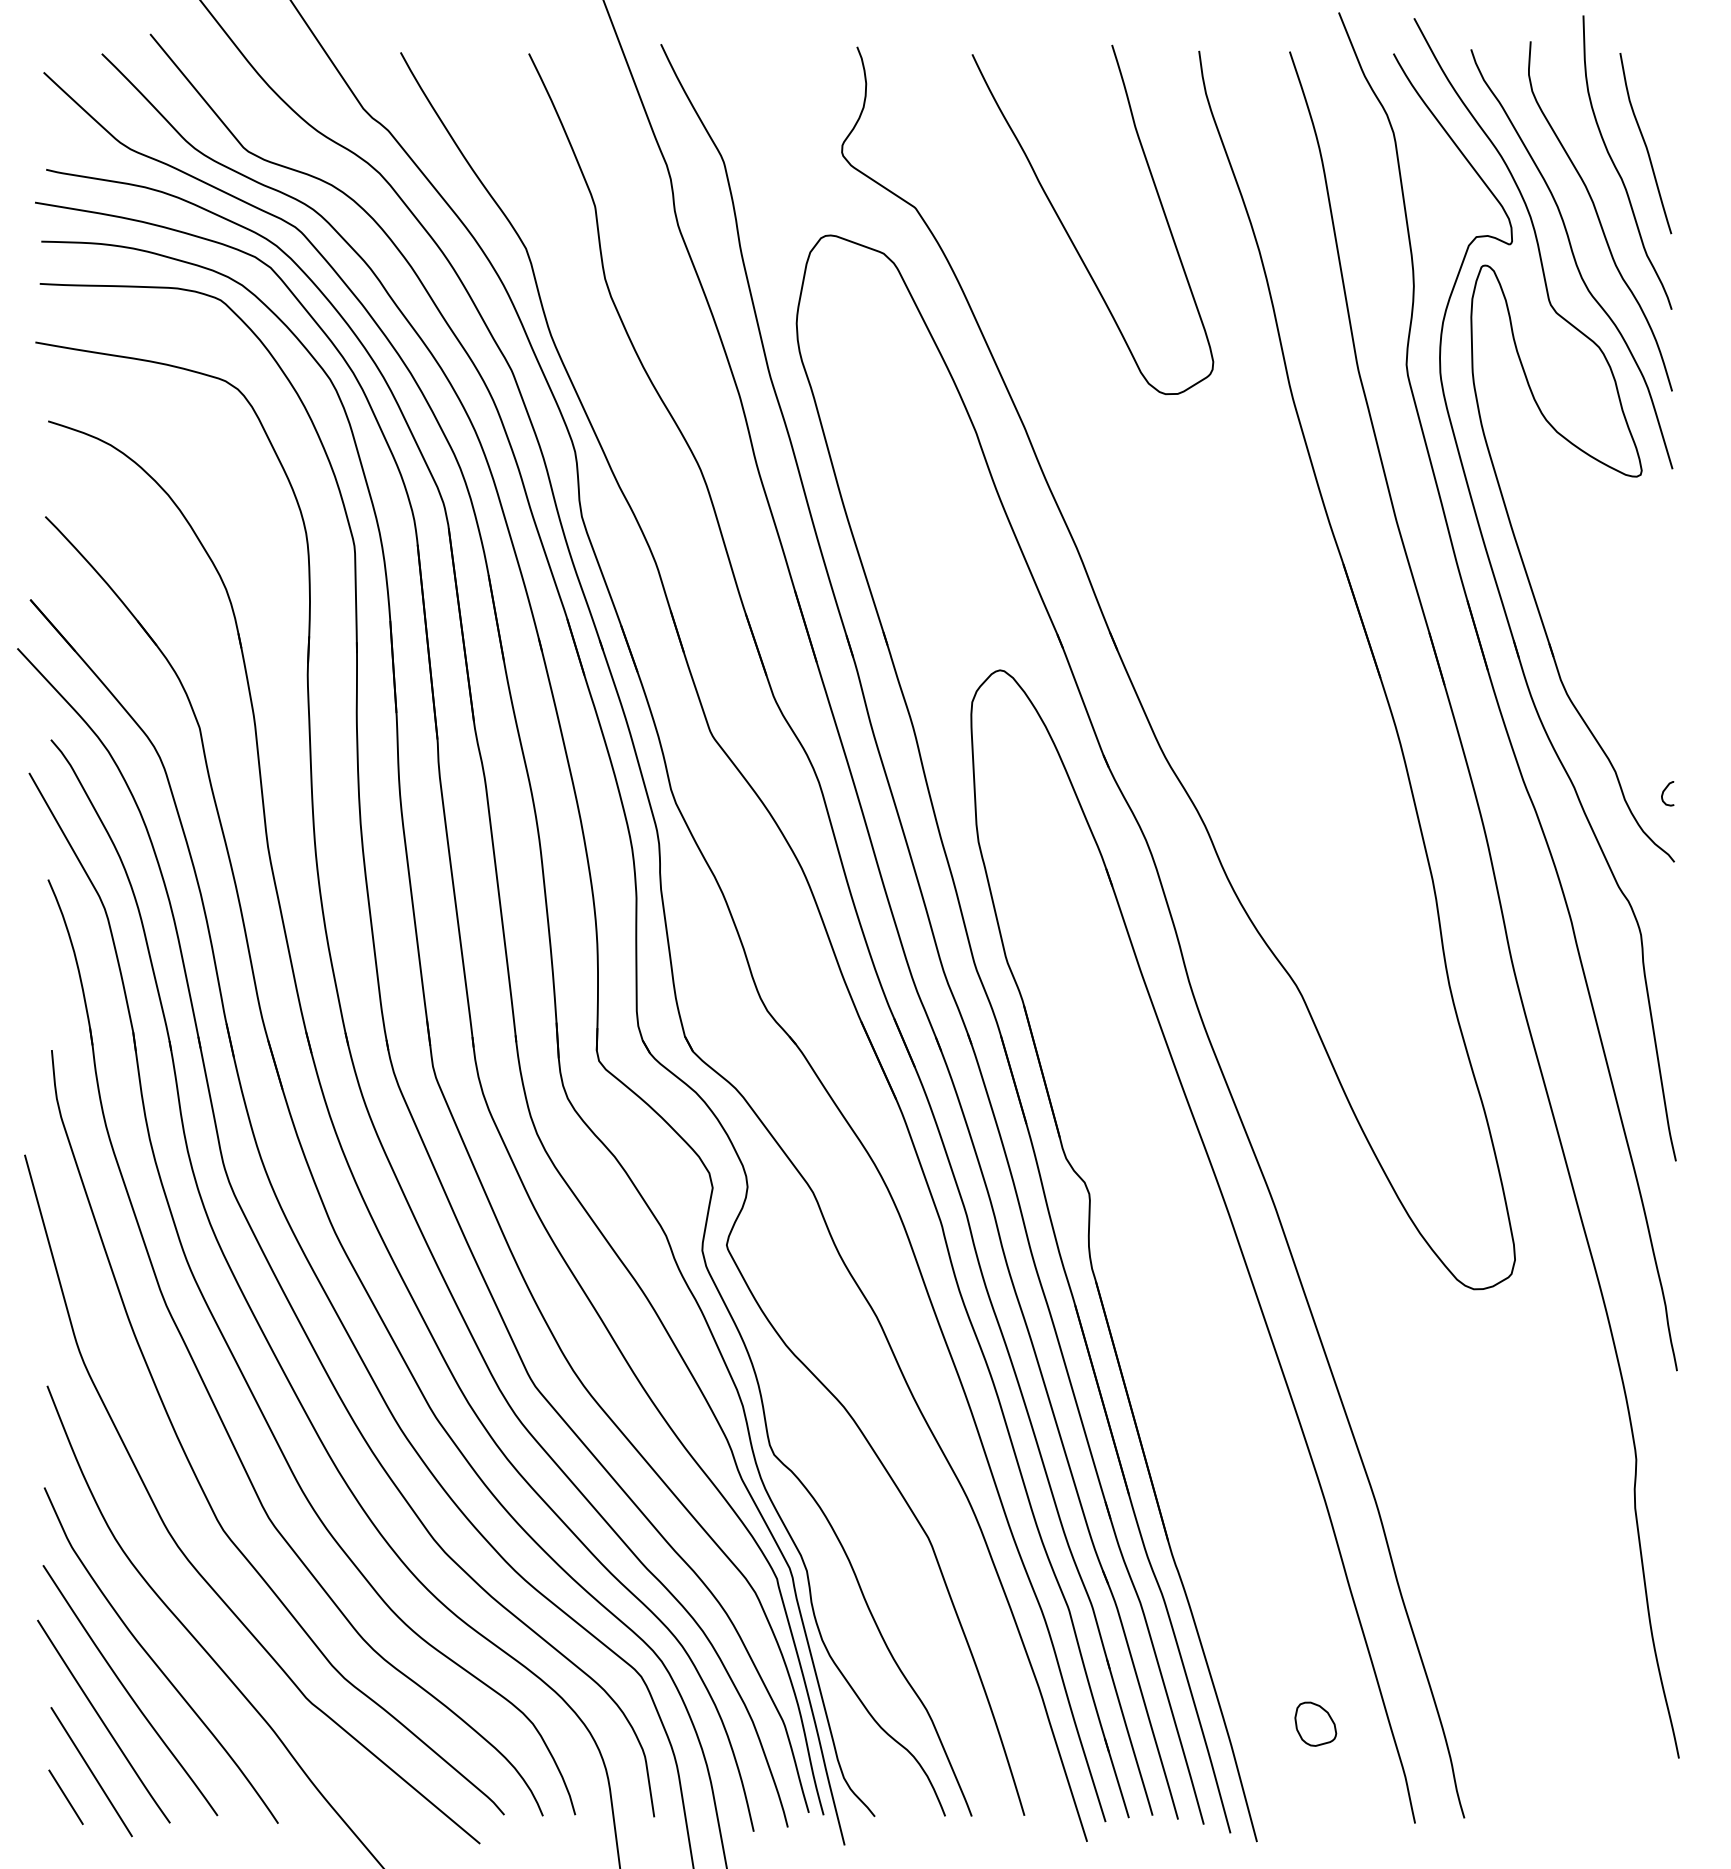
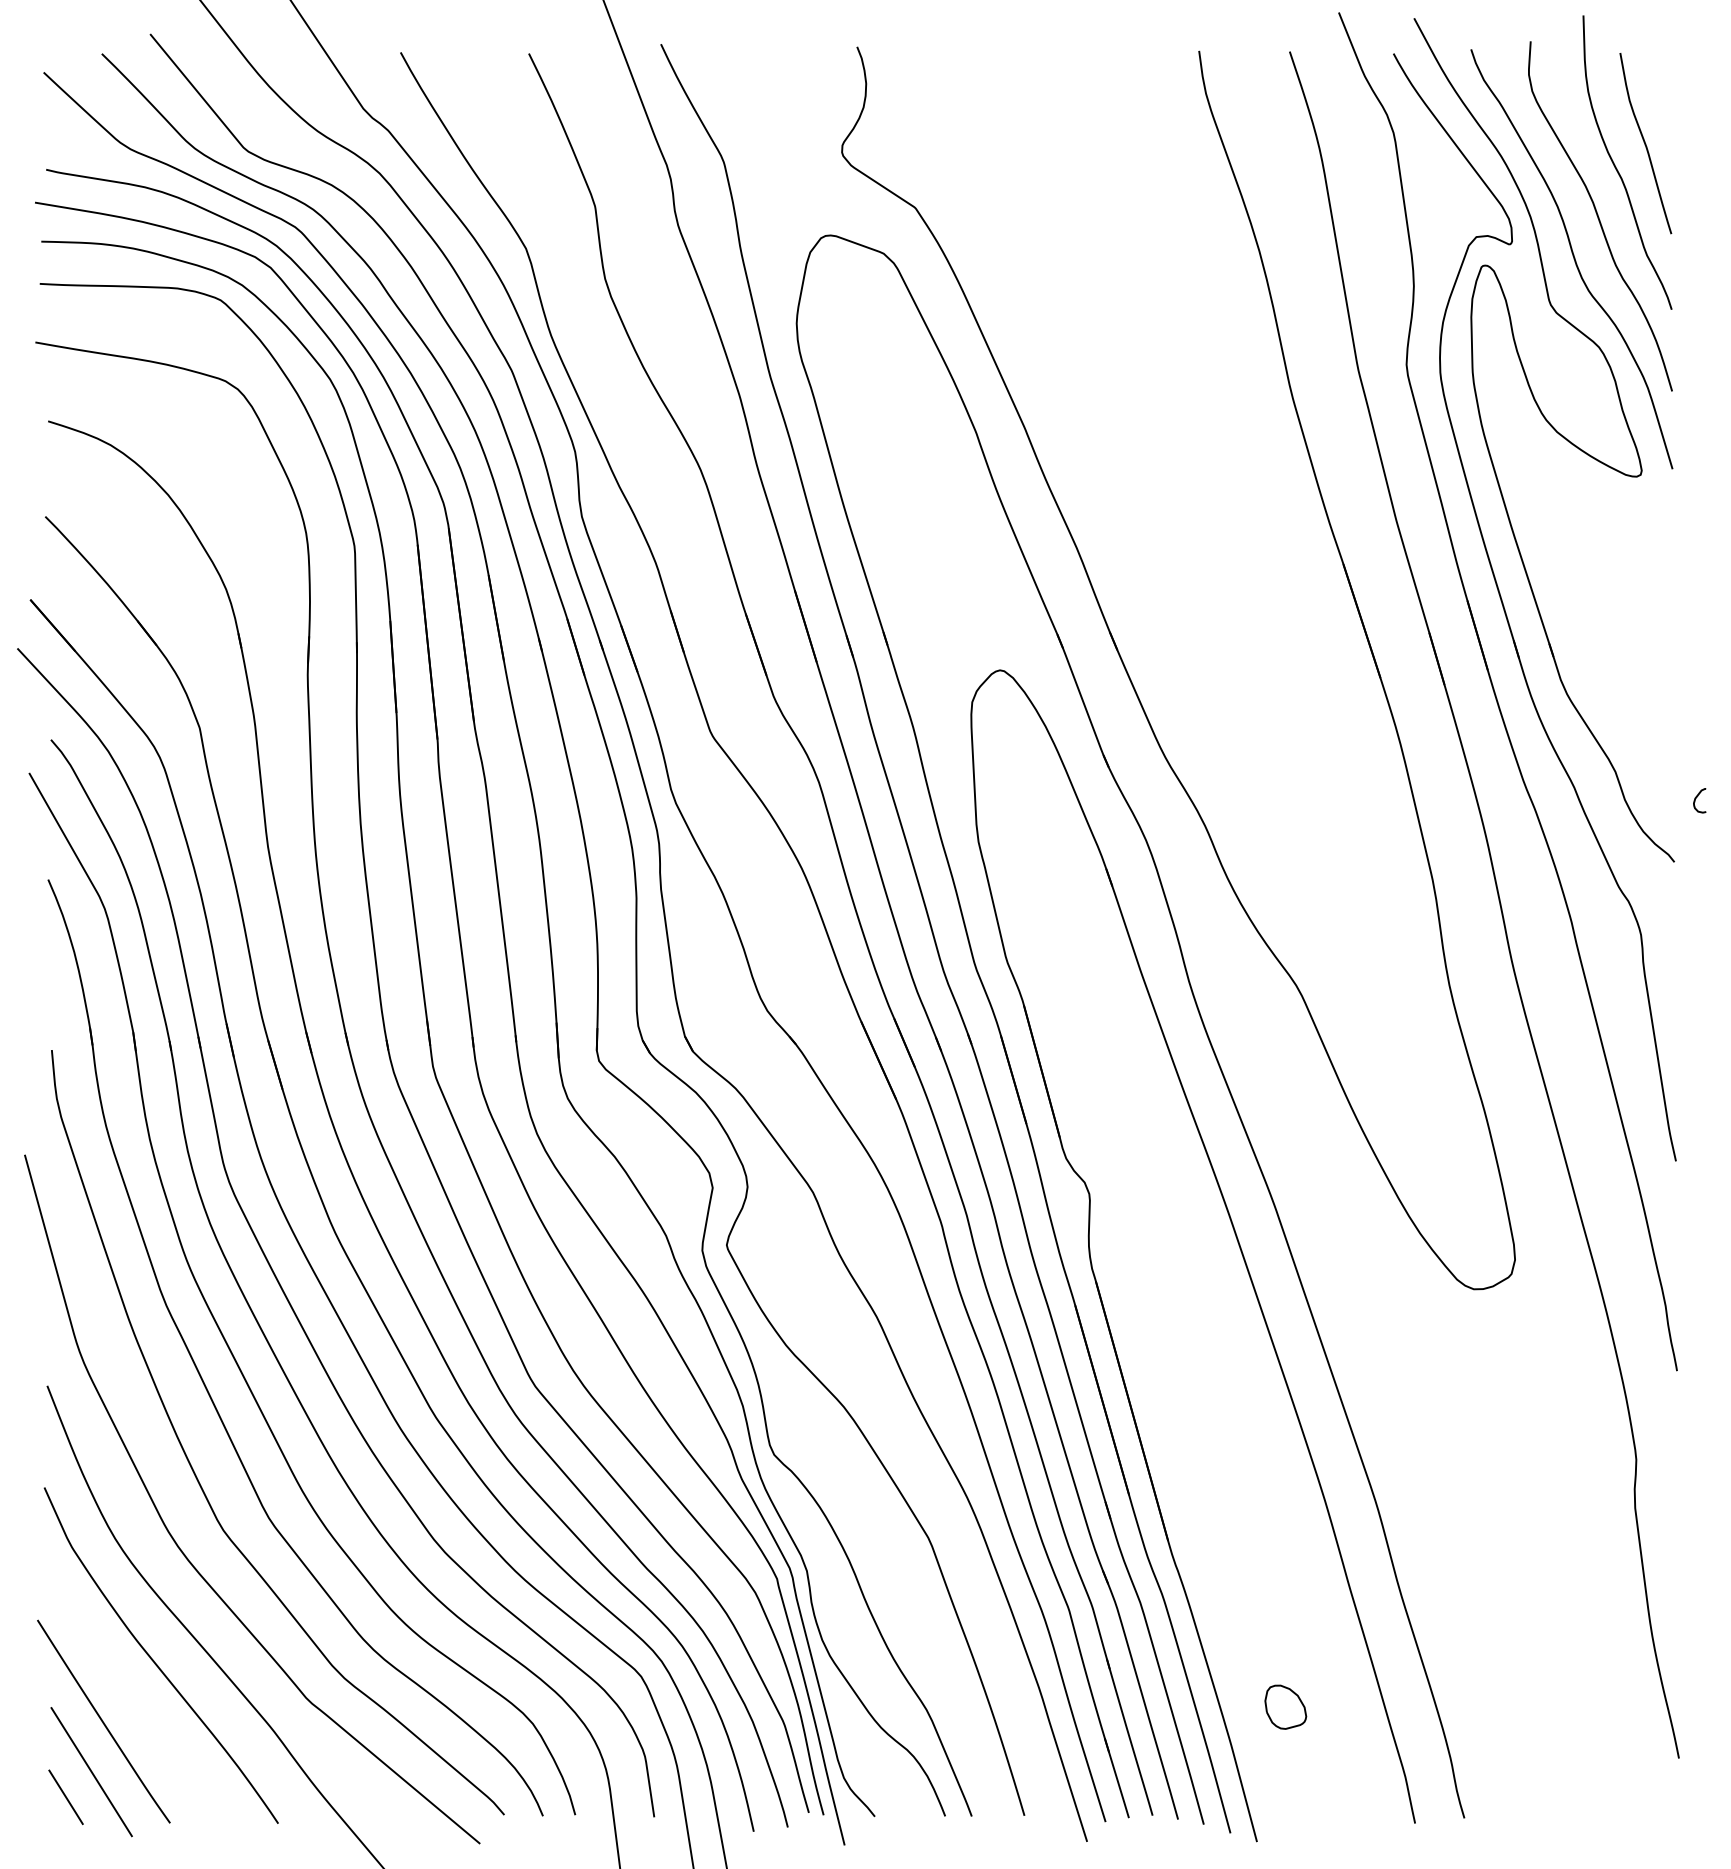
curve at (1067, 231): present -> none
curve at (1665, 790) position: (1665, 790) -> (1697, 797)
curve at (128, 1691): present -> none
part at (1315, 1723) position: (1315, 1723) -> (1285, 1706)
